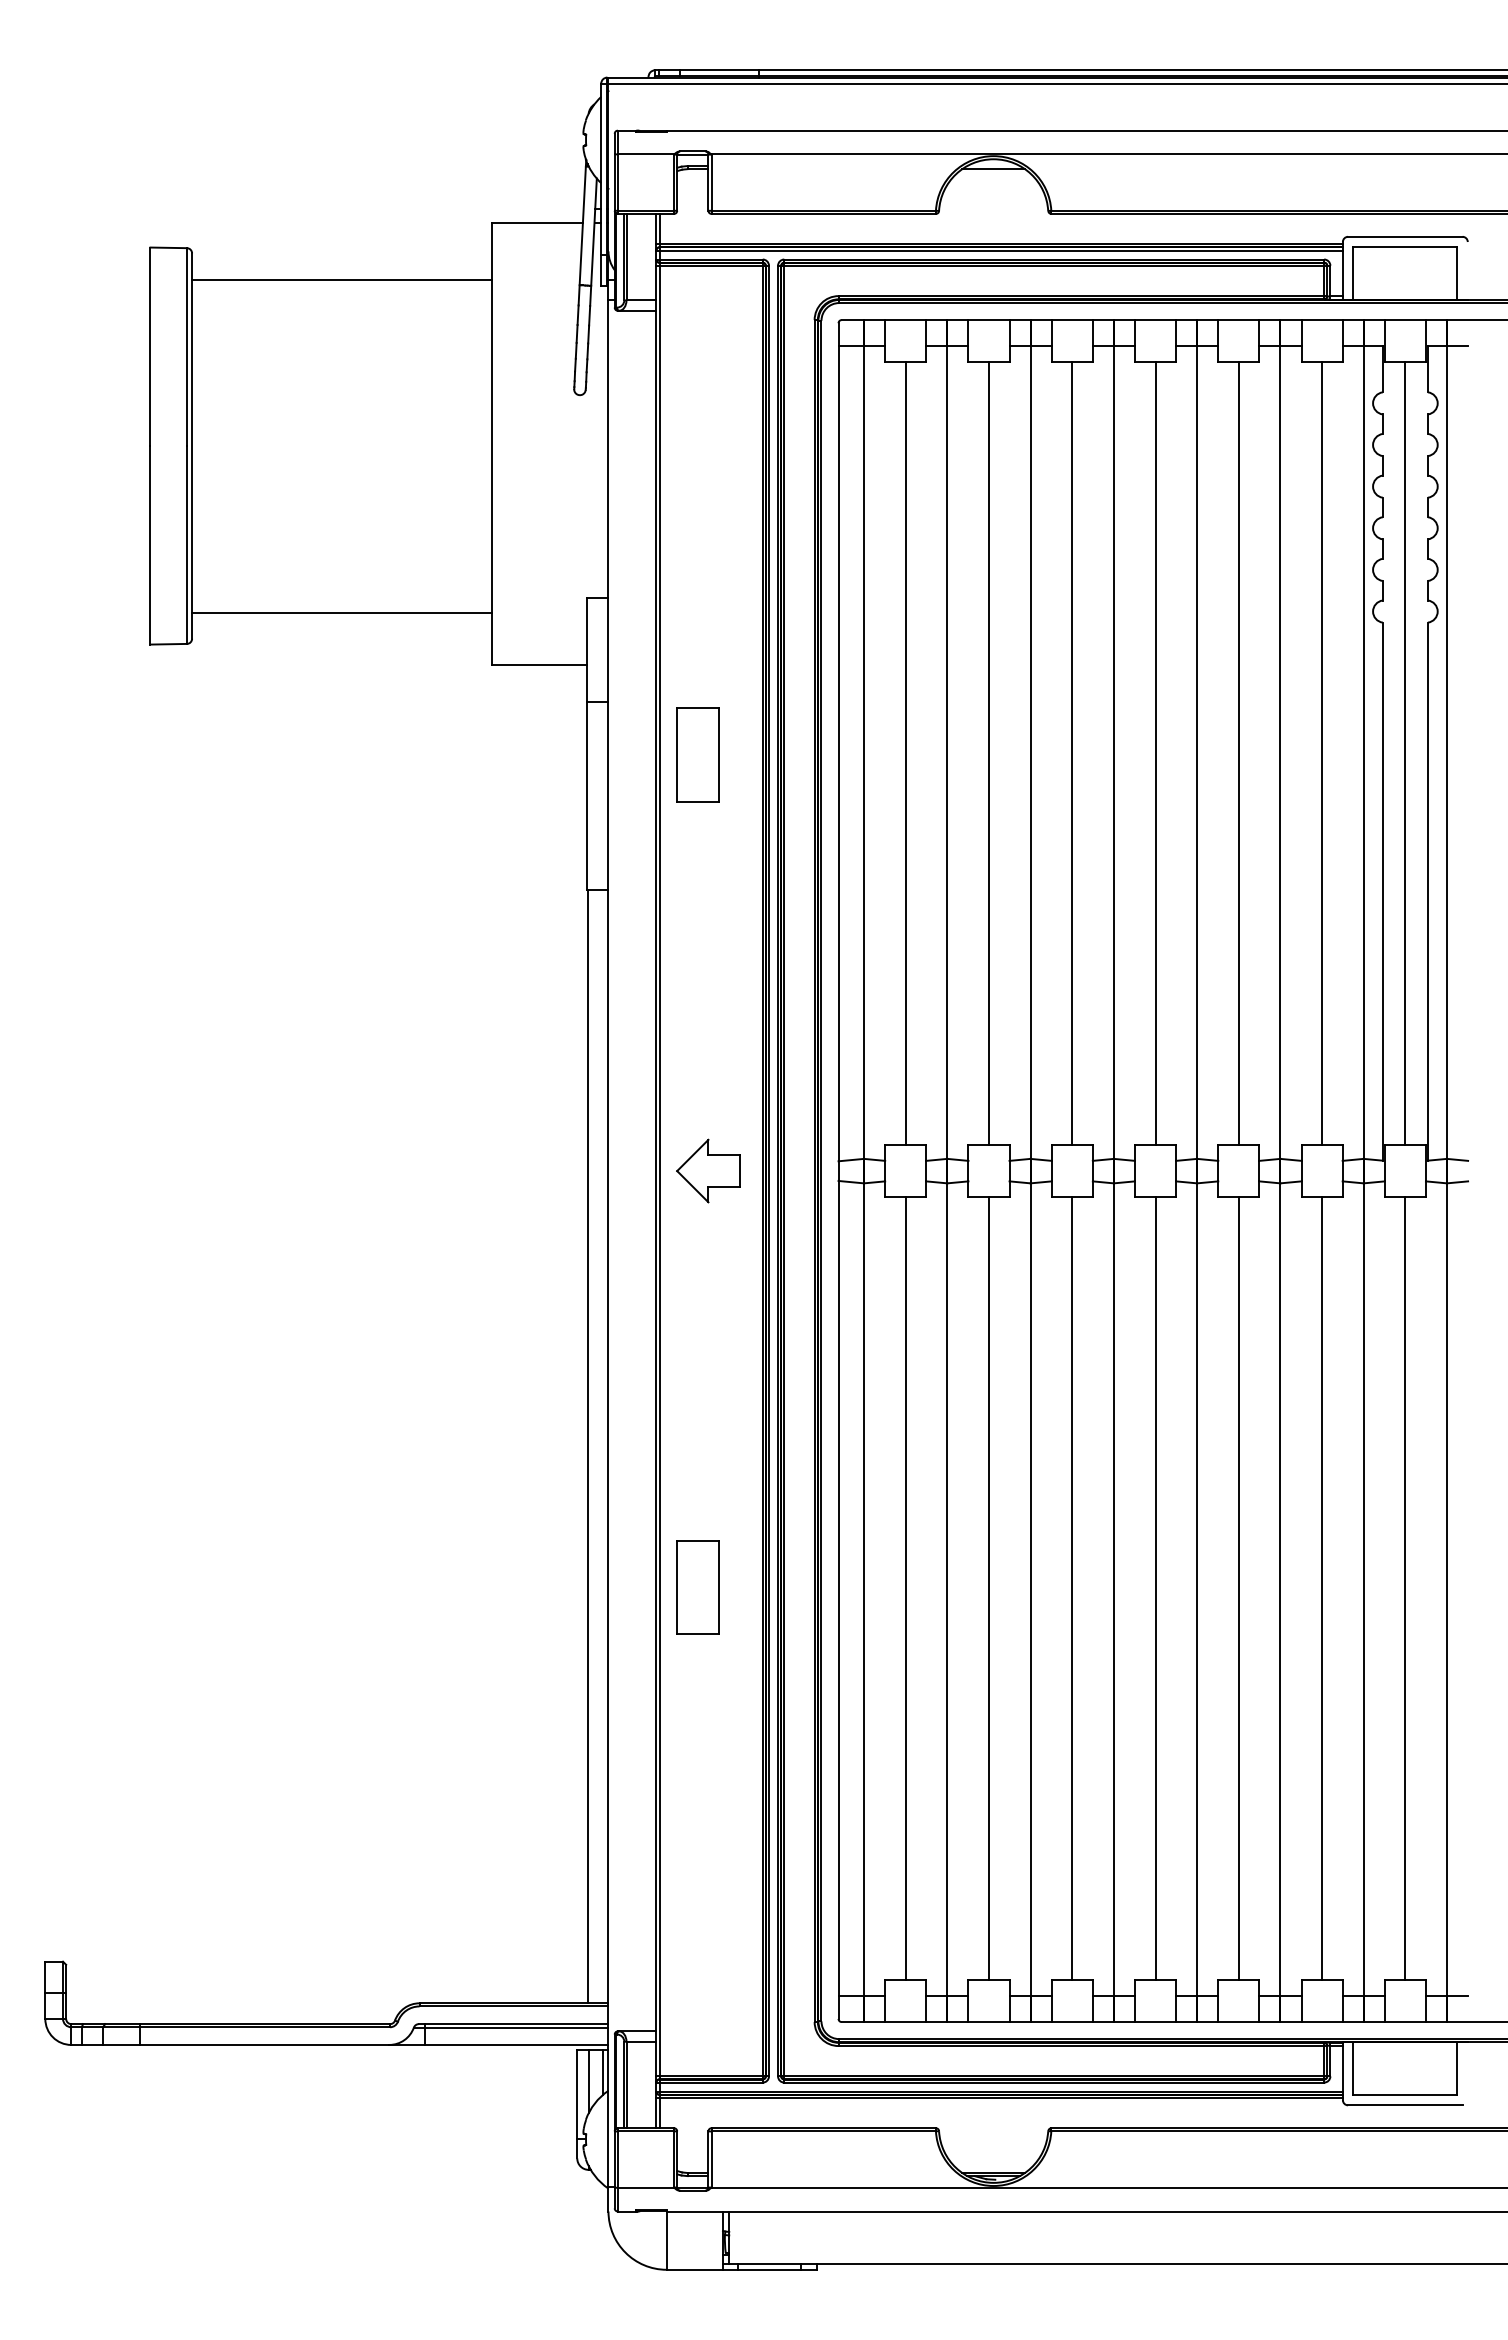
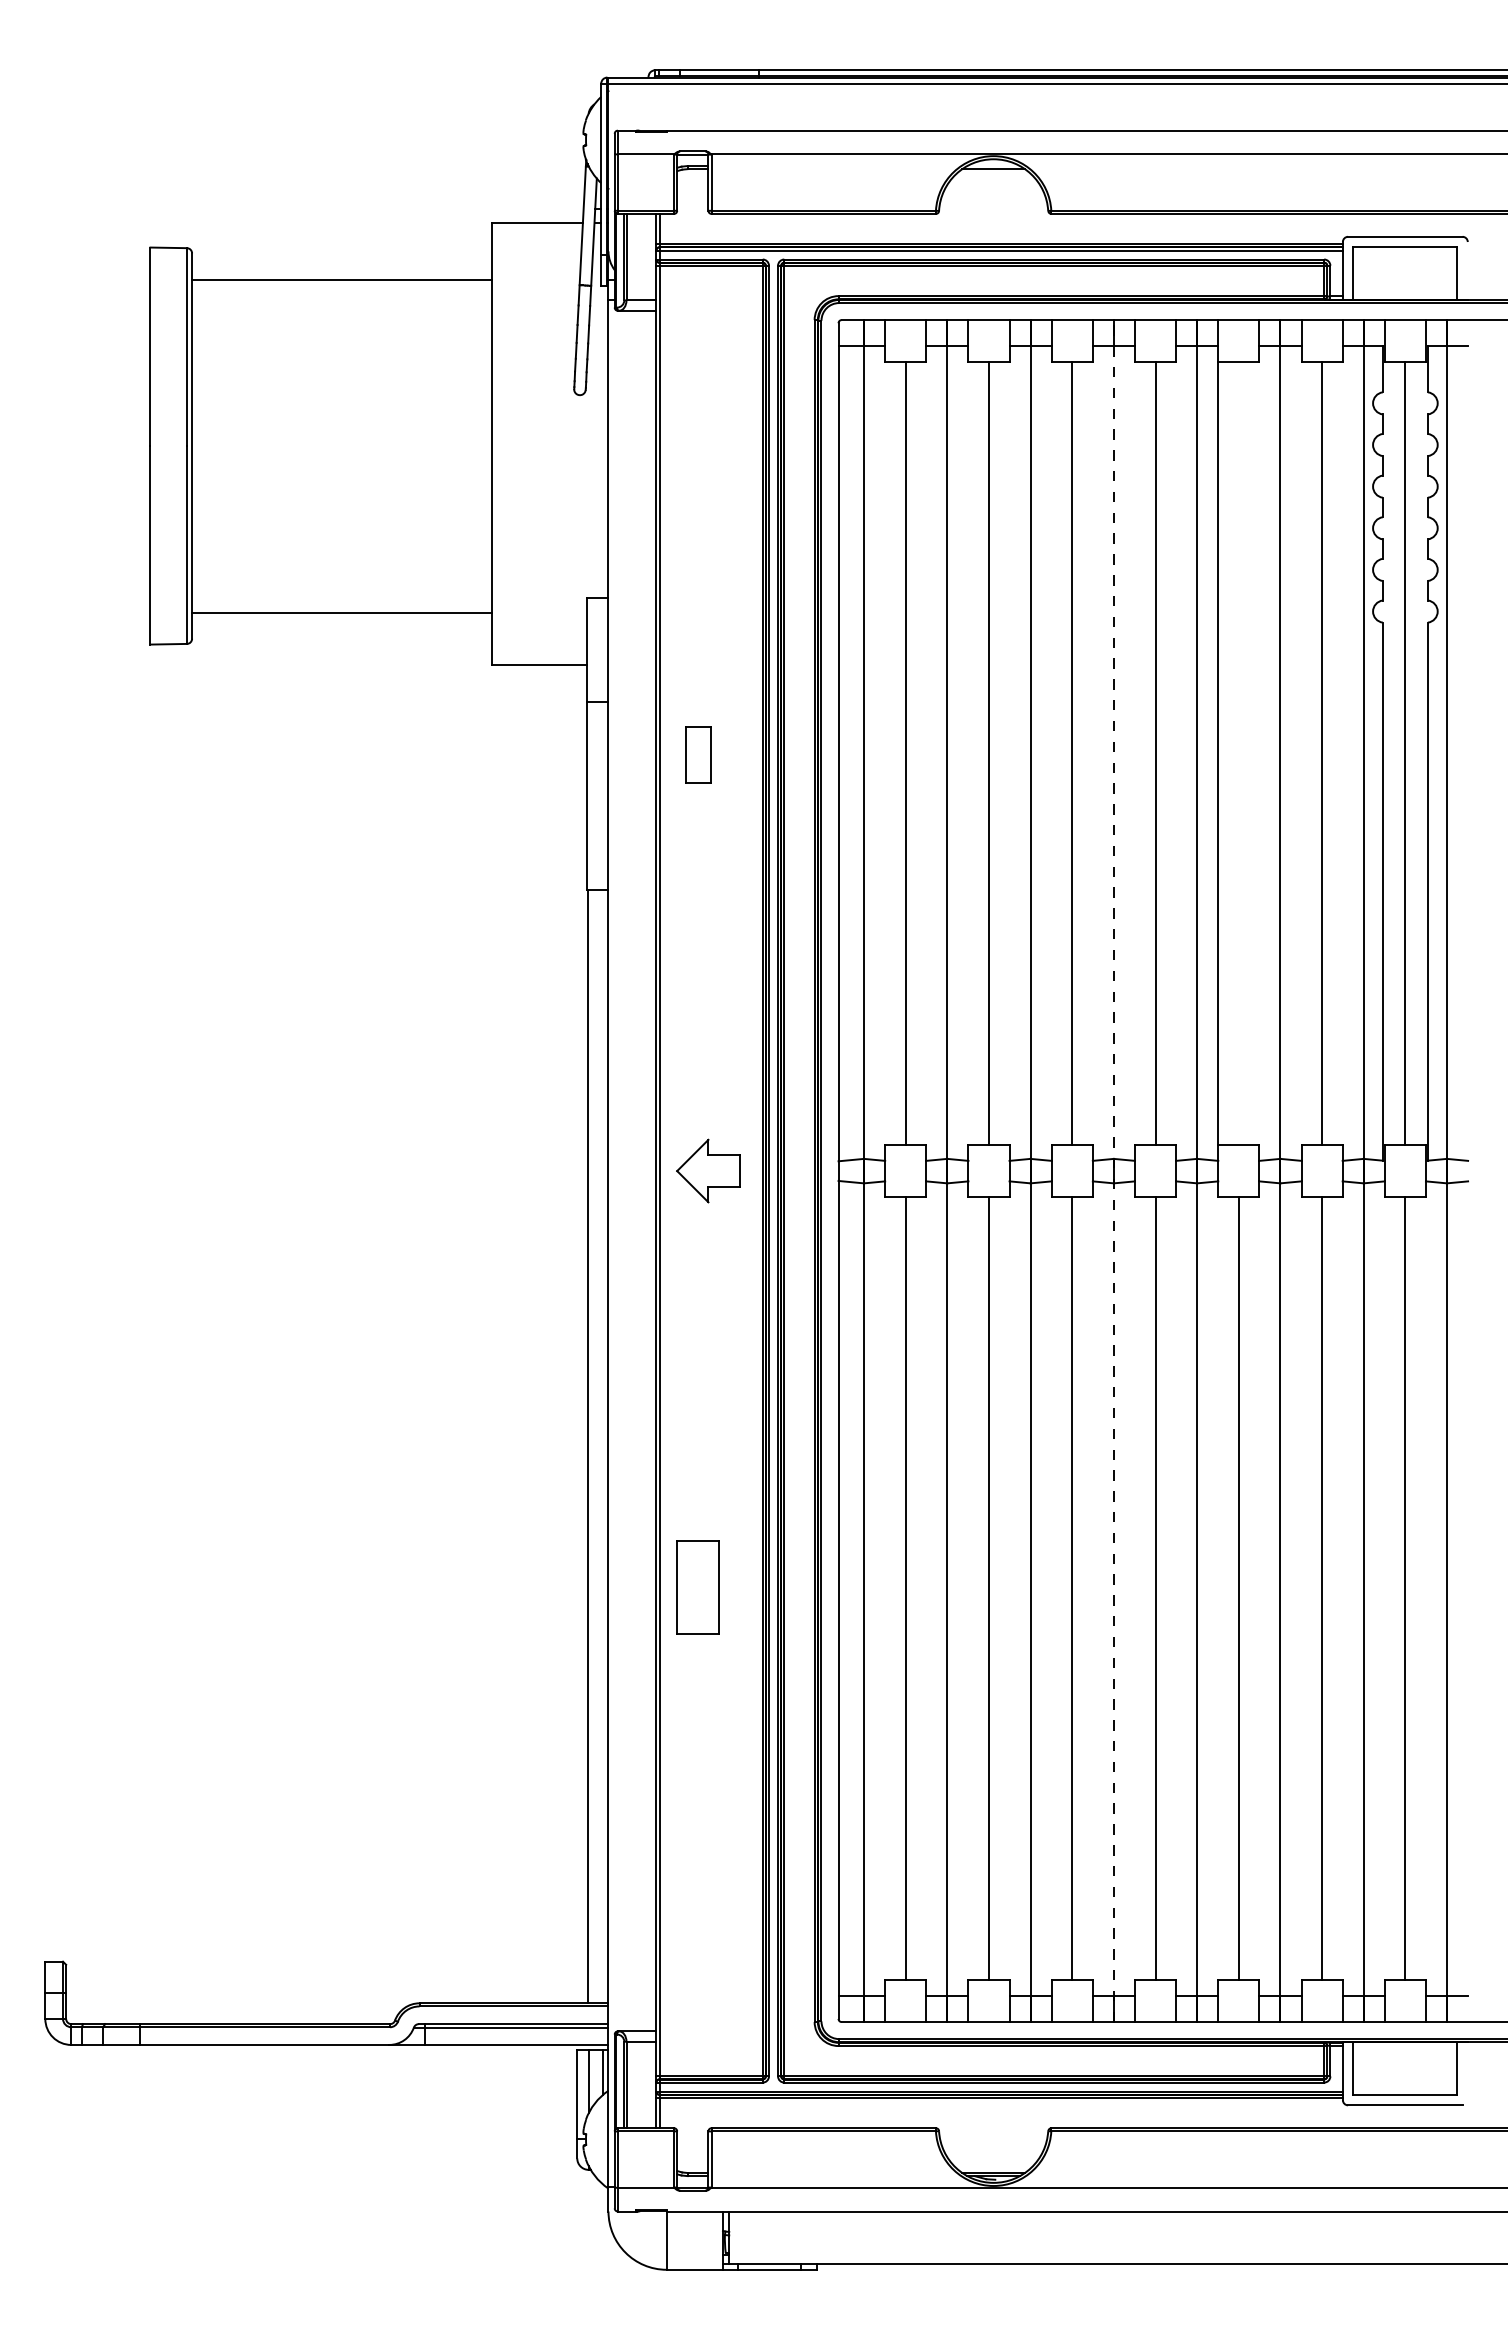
line at (1238, 753) position: (1238, 753) -> (1217, 753)
part at (697, 754) size: 44x96 px -> 27x58 px
line at (1113, 1171): solid -> dashed
